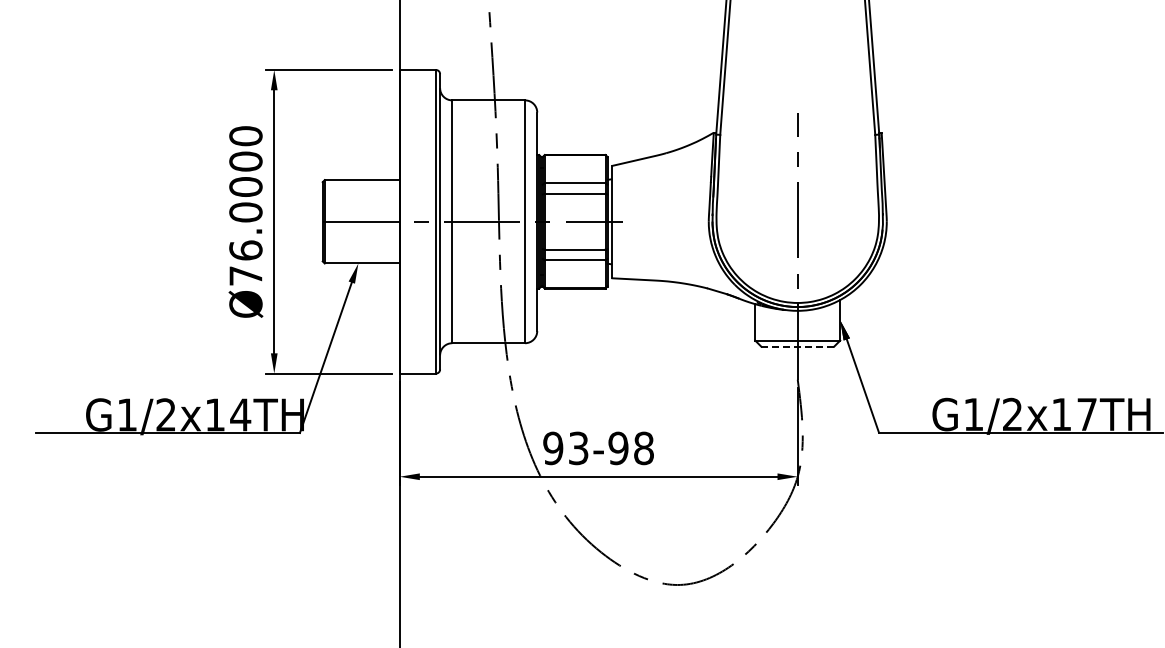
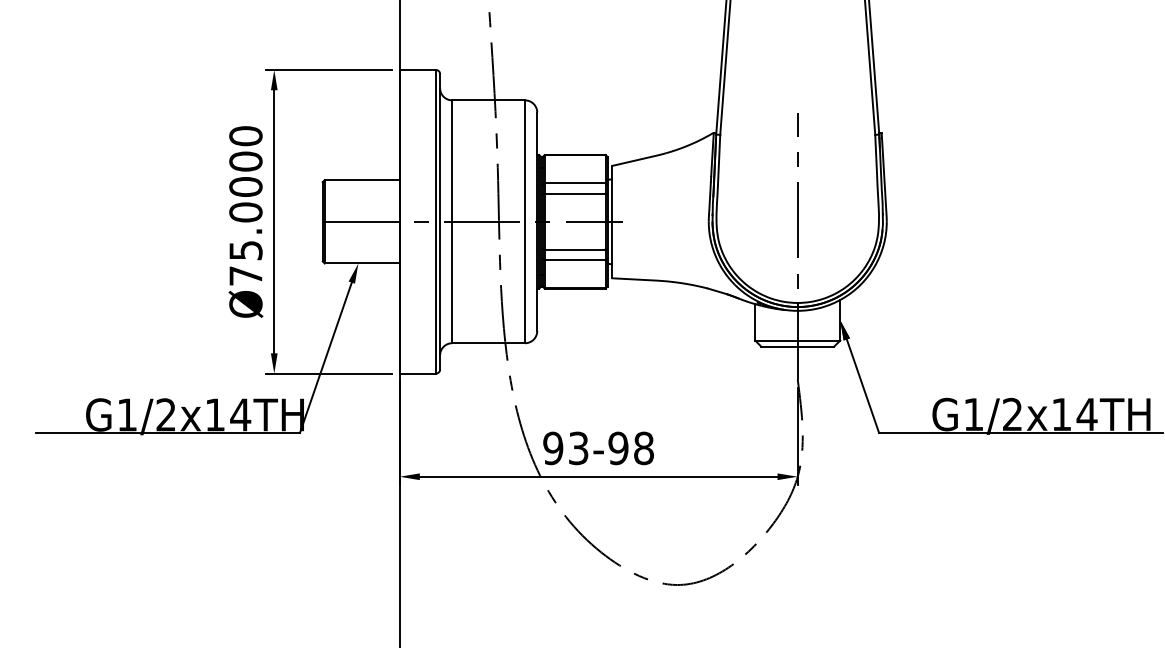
text at (245, 250): Ø76.0000 -> Ø75.0000
line at (797, 346): dashed -> solid
text at (1086, 414): G1/2x17TH -> G1/2x14TH
